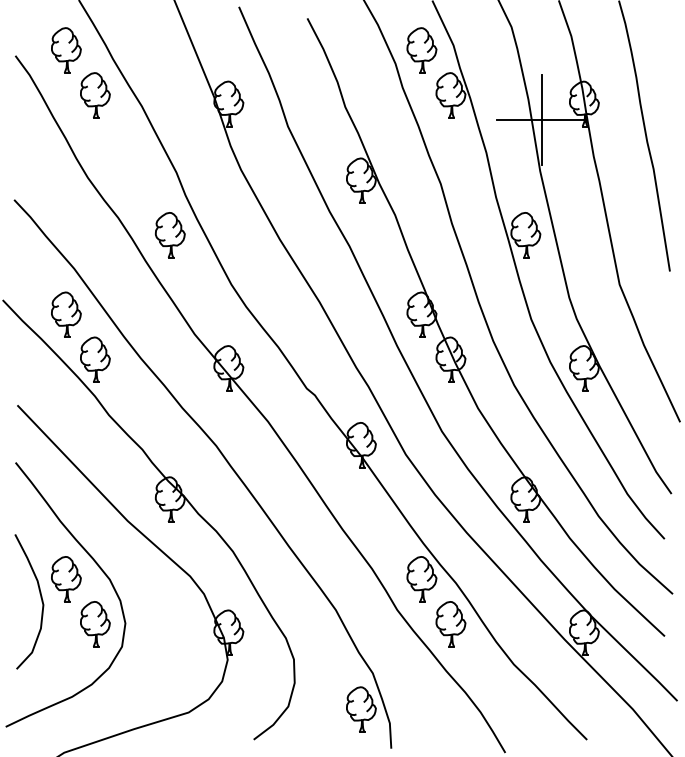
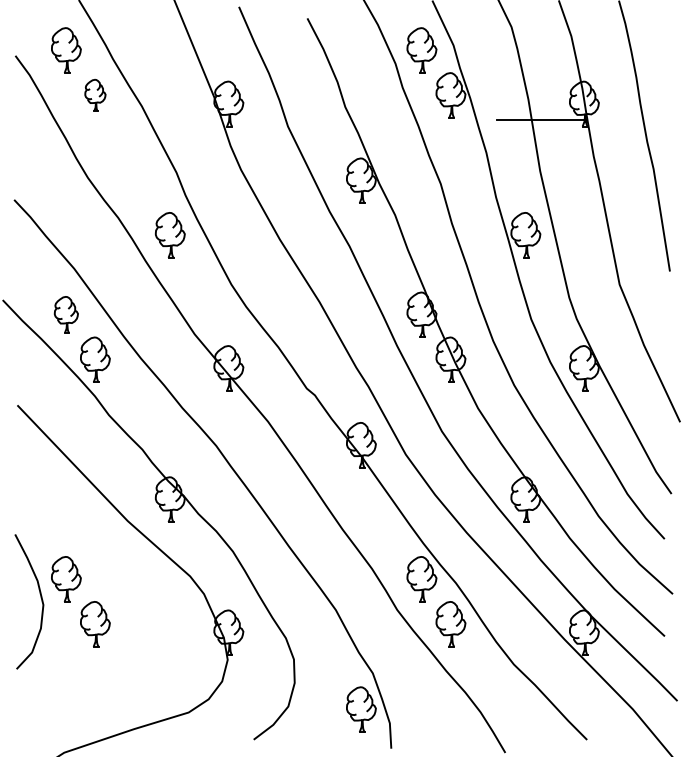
part at (95, 95) size: 31x47 px -> 23x34 px
line at (541, 119): present -> none
part at (66, 314) size: 31x47 px -> 26x38 px
curve at (98, 567): present -> none
